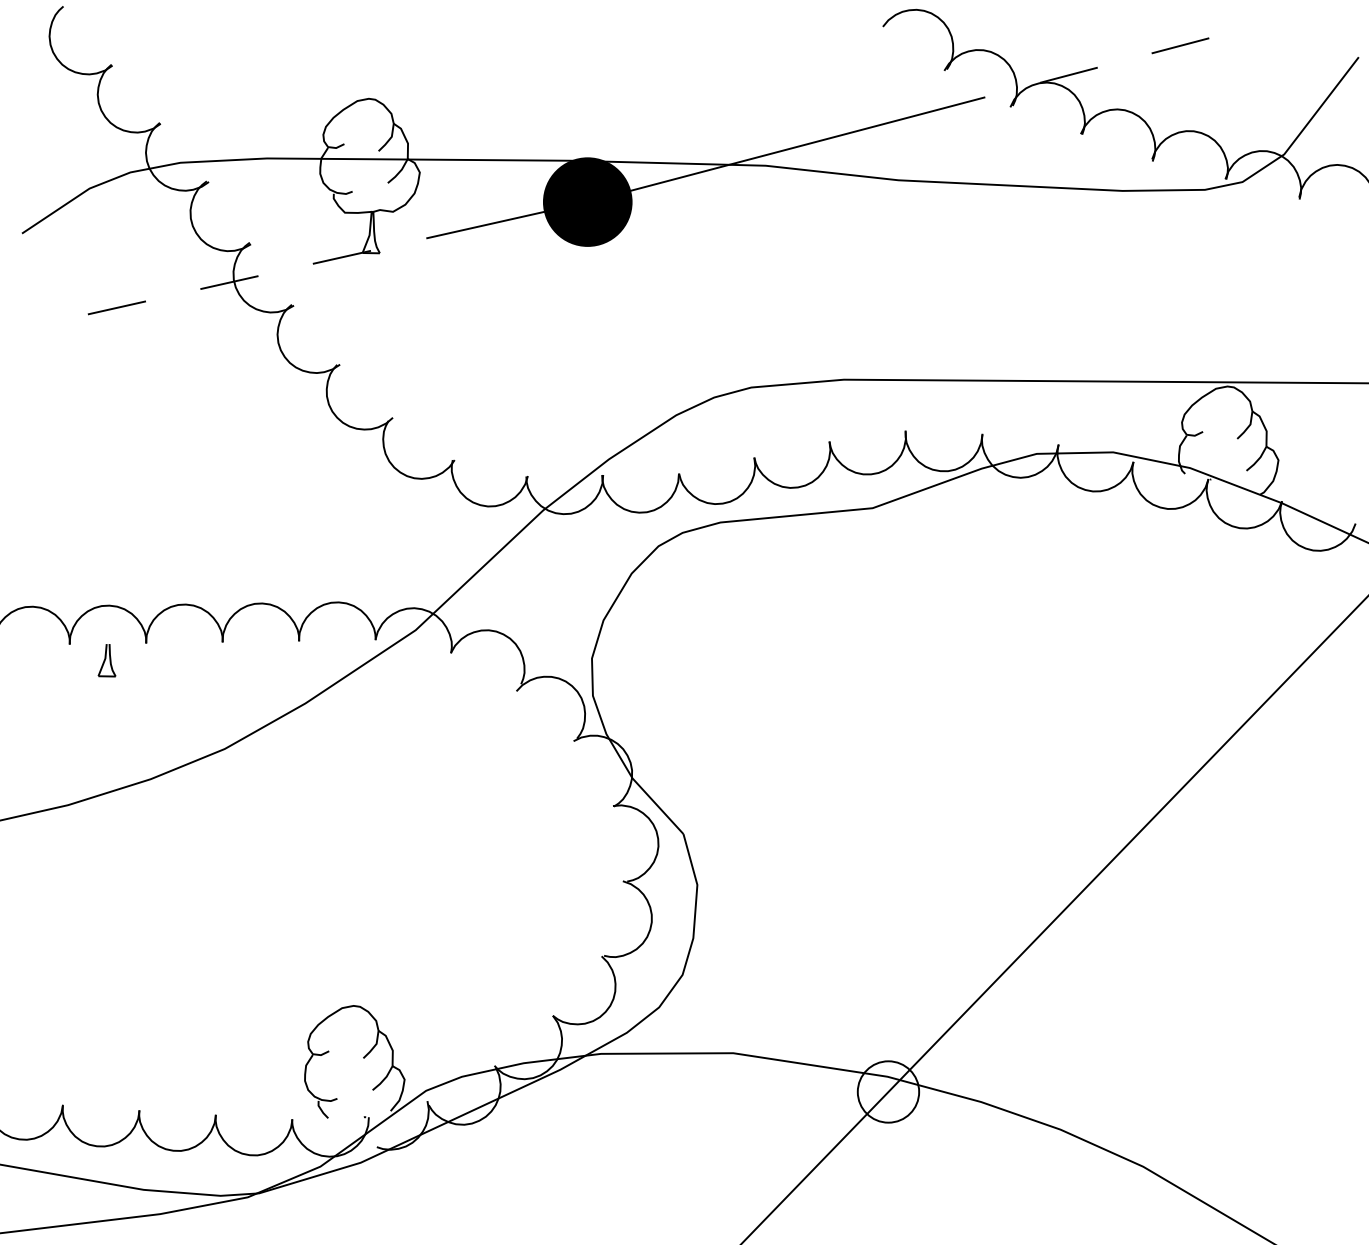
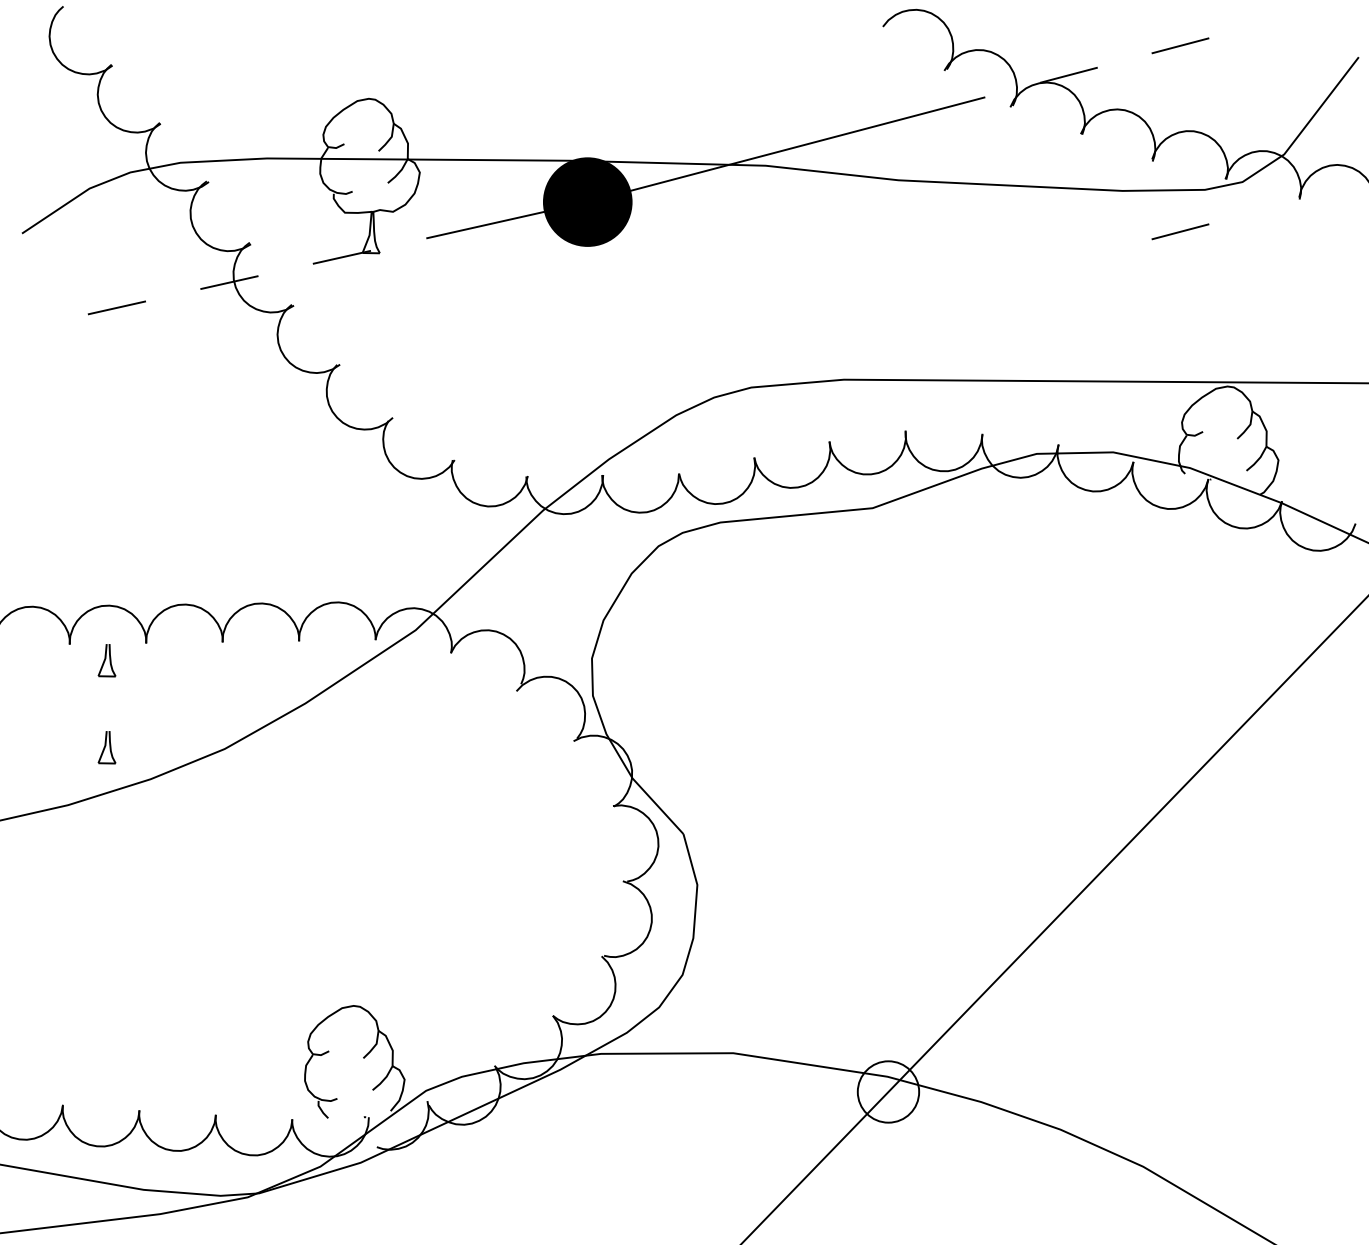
line at (1180, 231): none -> present
part at (106, 747): none -> present
